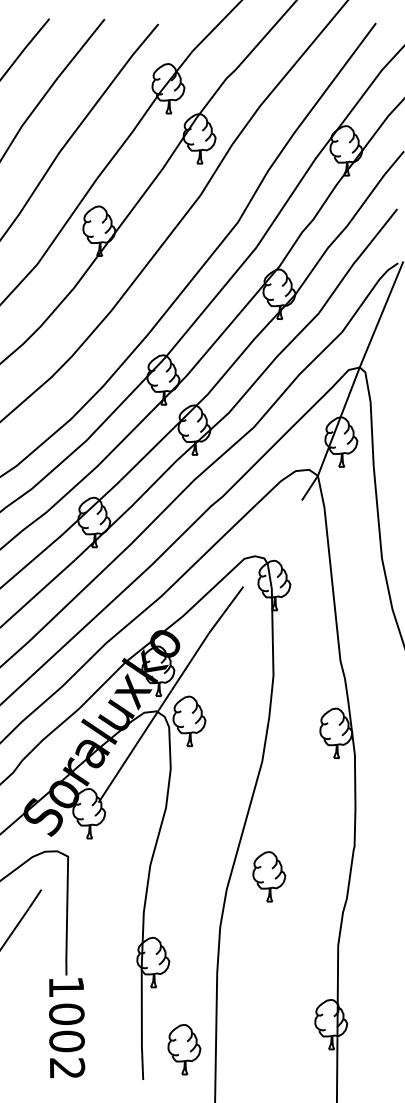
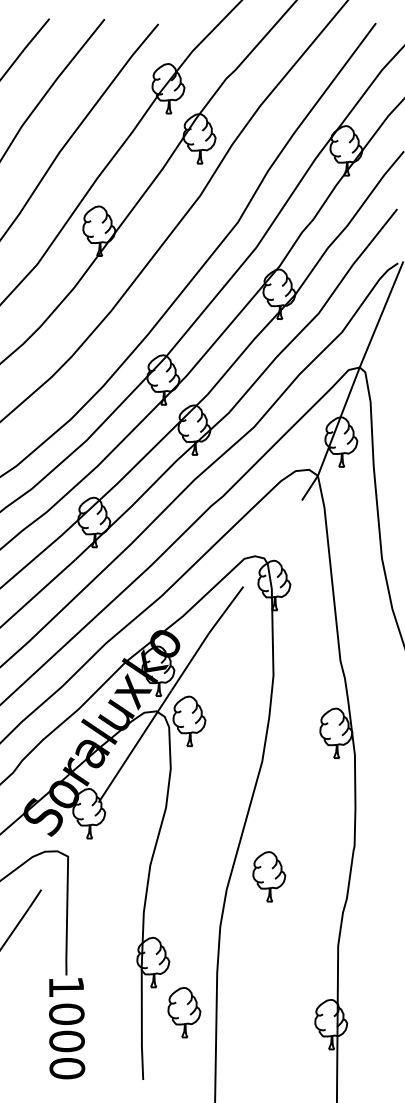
part at (184, 1049) position: (184, 1049) -> (184, 1012)
text at (67, 1068): 1002 -> 1000
